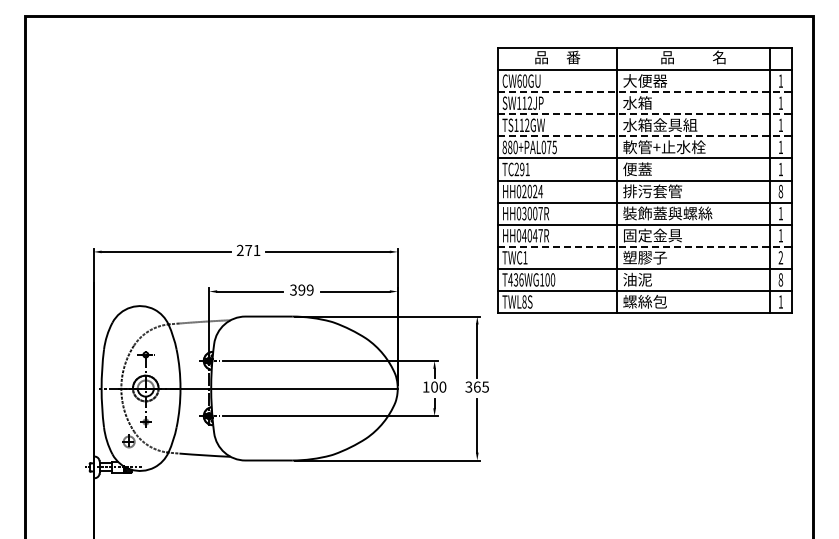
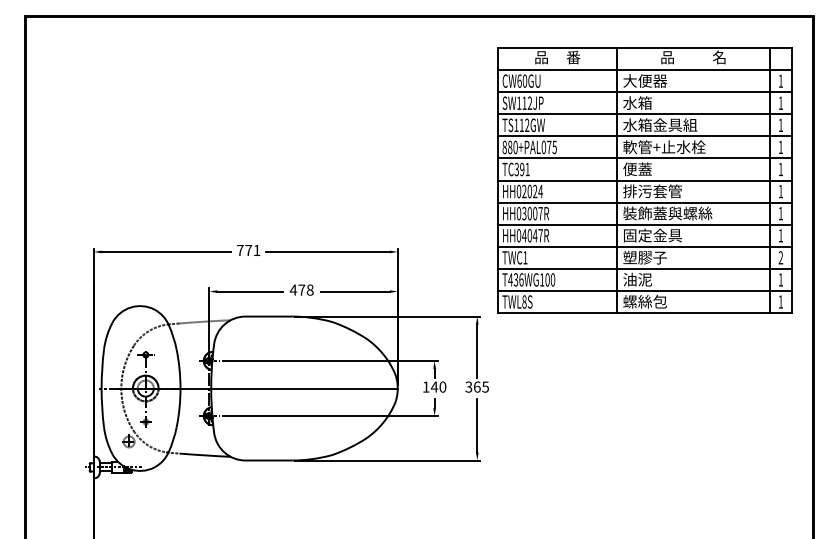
line at (645, 92): dashed -> solid
line at (645, 114): dashed -> solid
line at (645, 136): dashed -> solid
text at (516, 170): TC291 -> TC391
text at (780, 191): 8 -> 1
line at (645, 246): dashed -> solid
text at (239, 249): 271 -> 771
text at (780, 279): 8 -> 1
text at (301, 289): 399 -> 478
text at (434, 386): 100 -> 140
